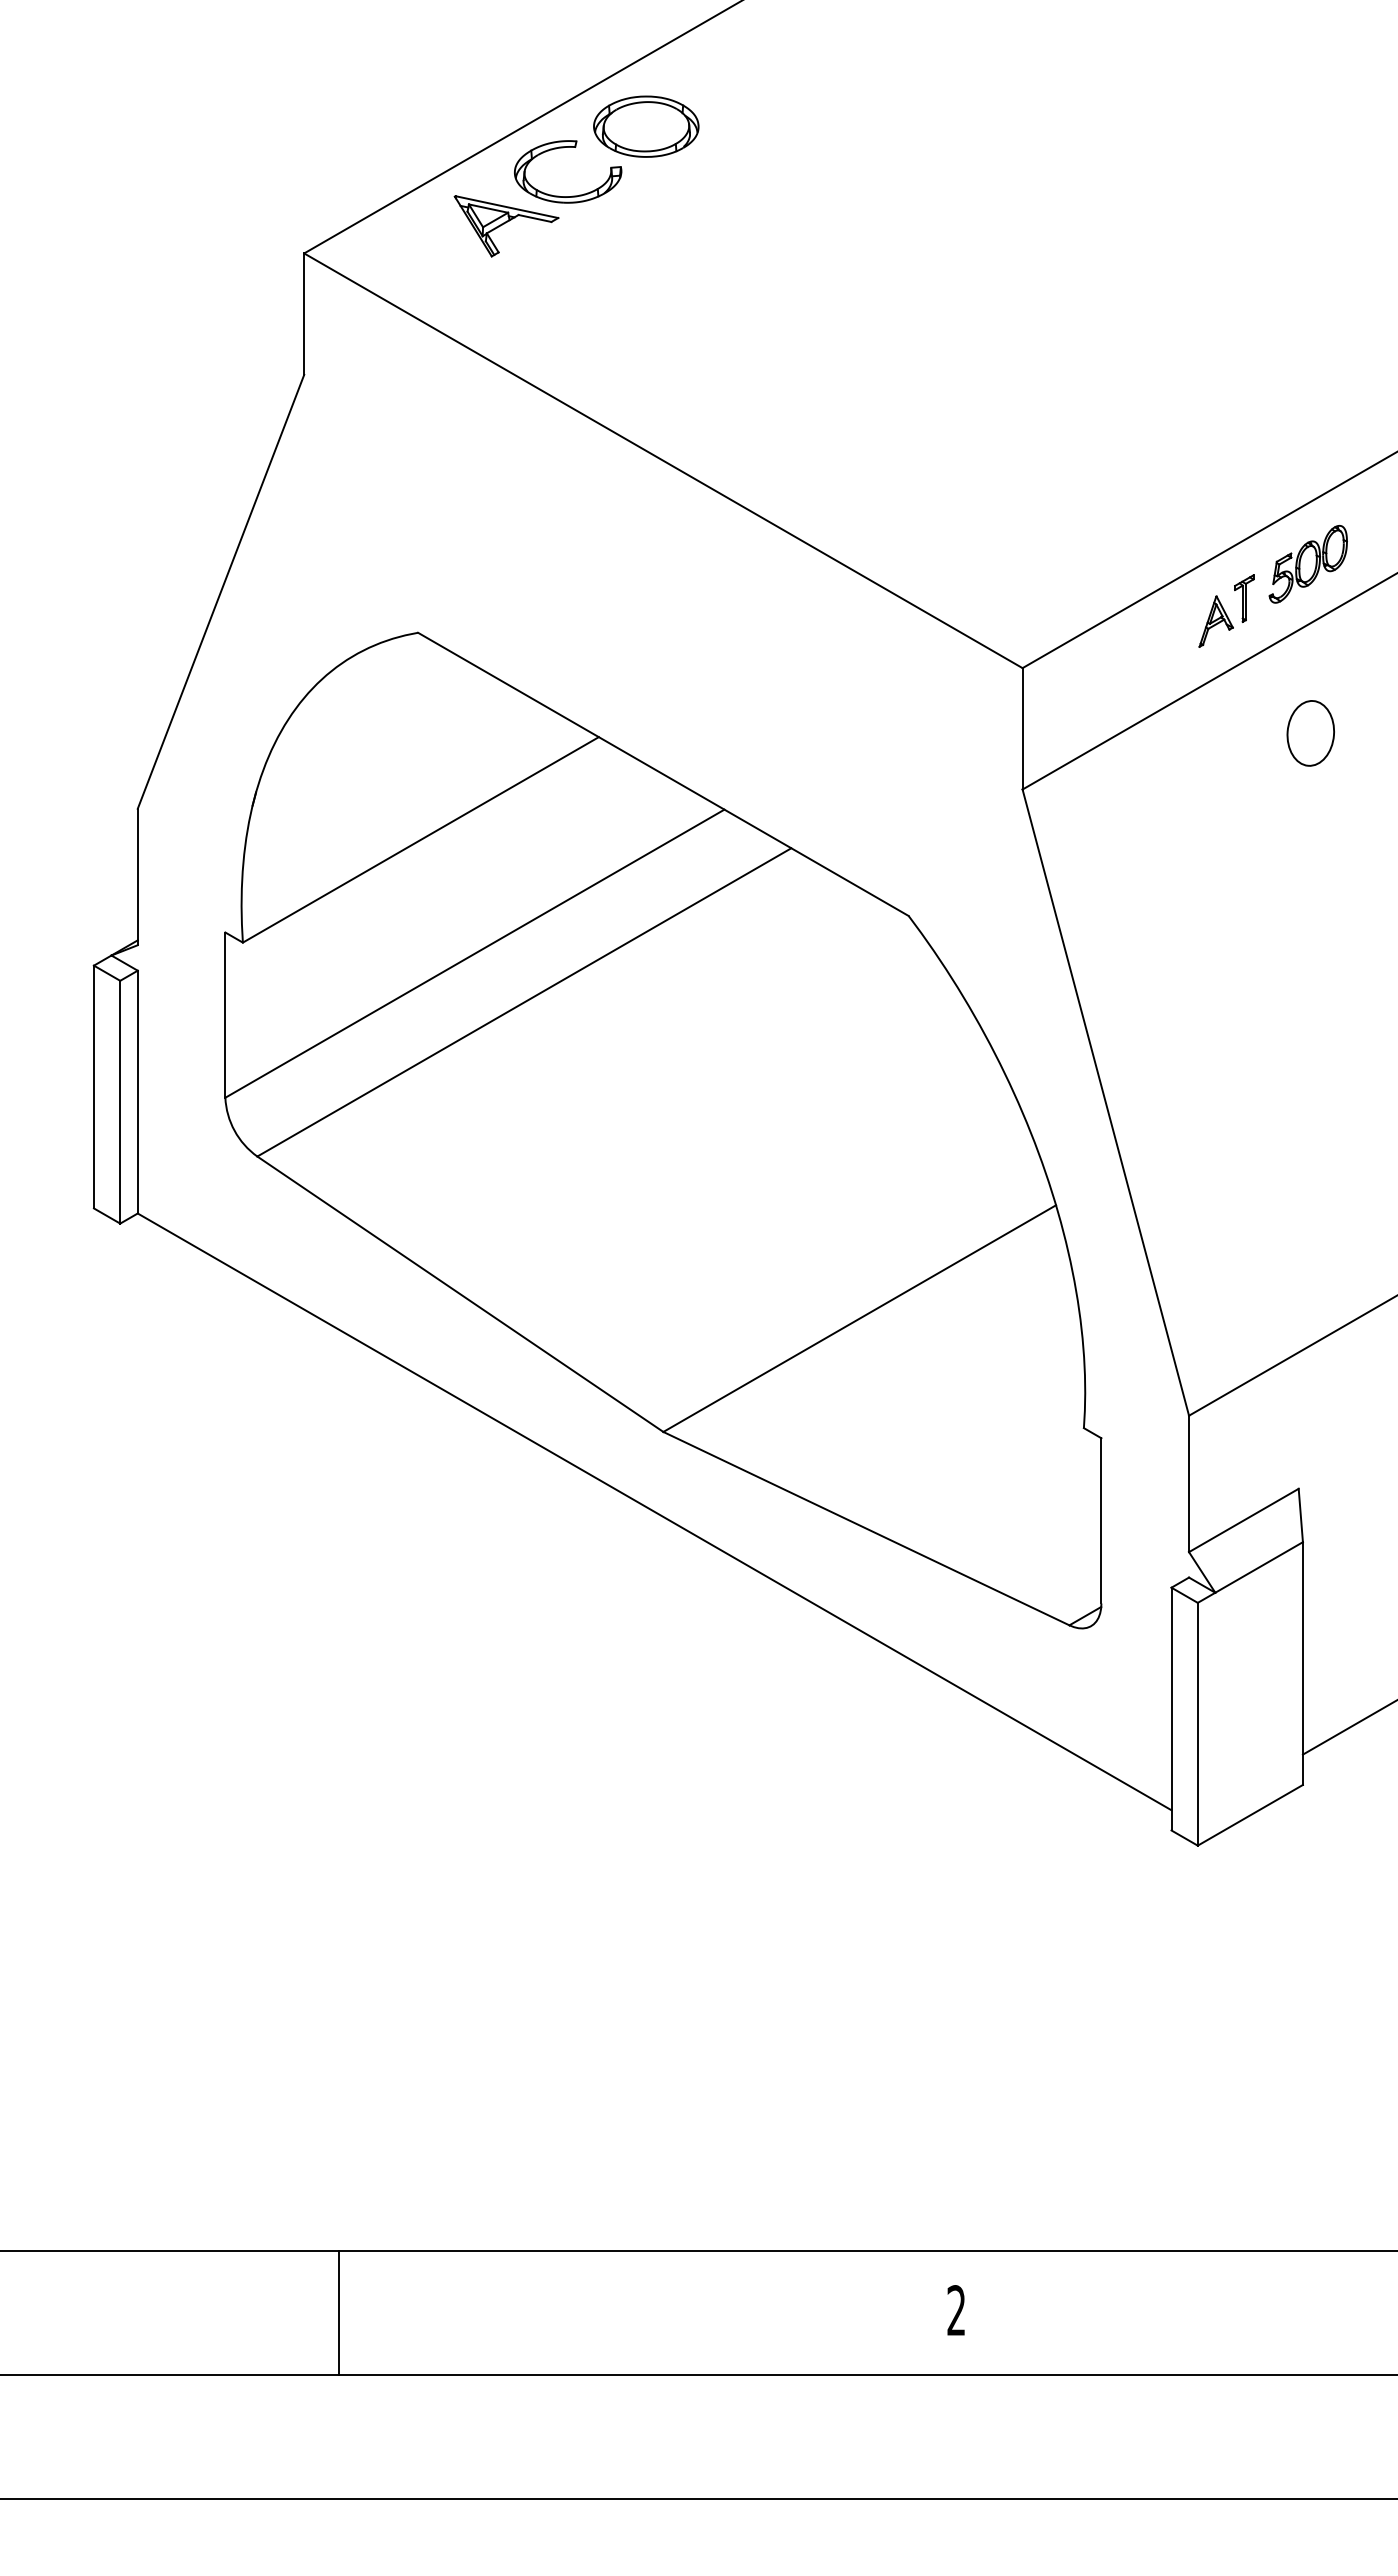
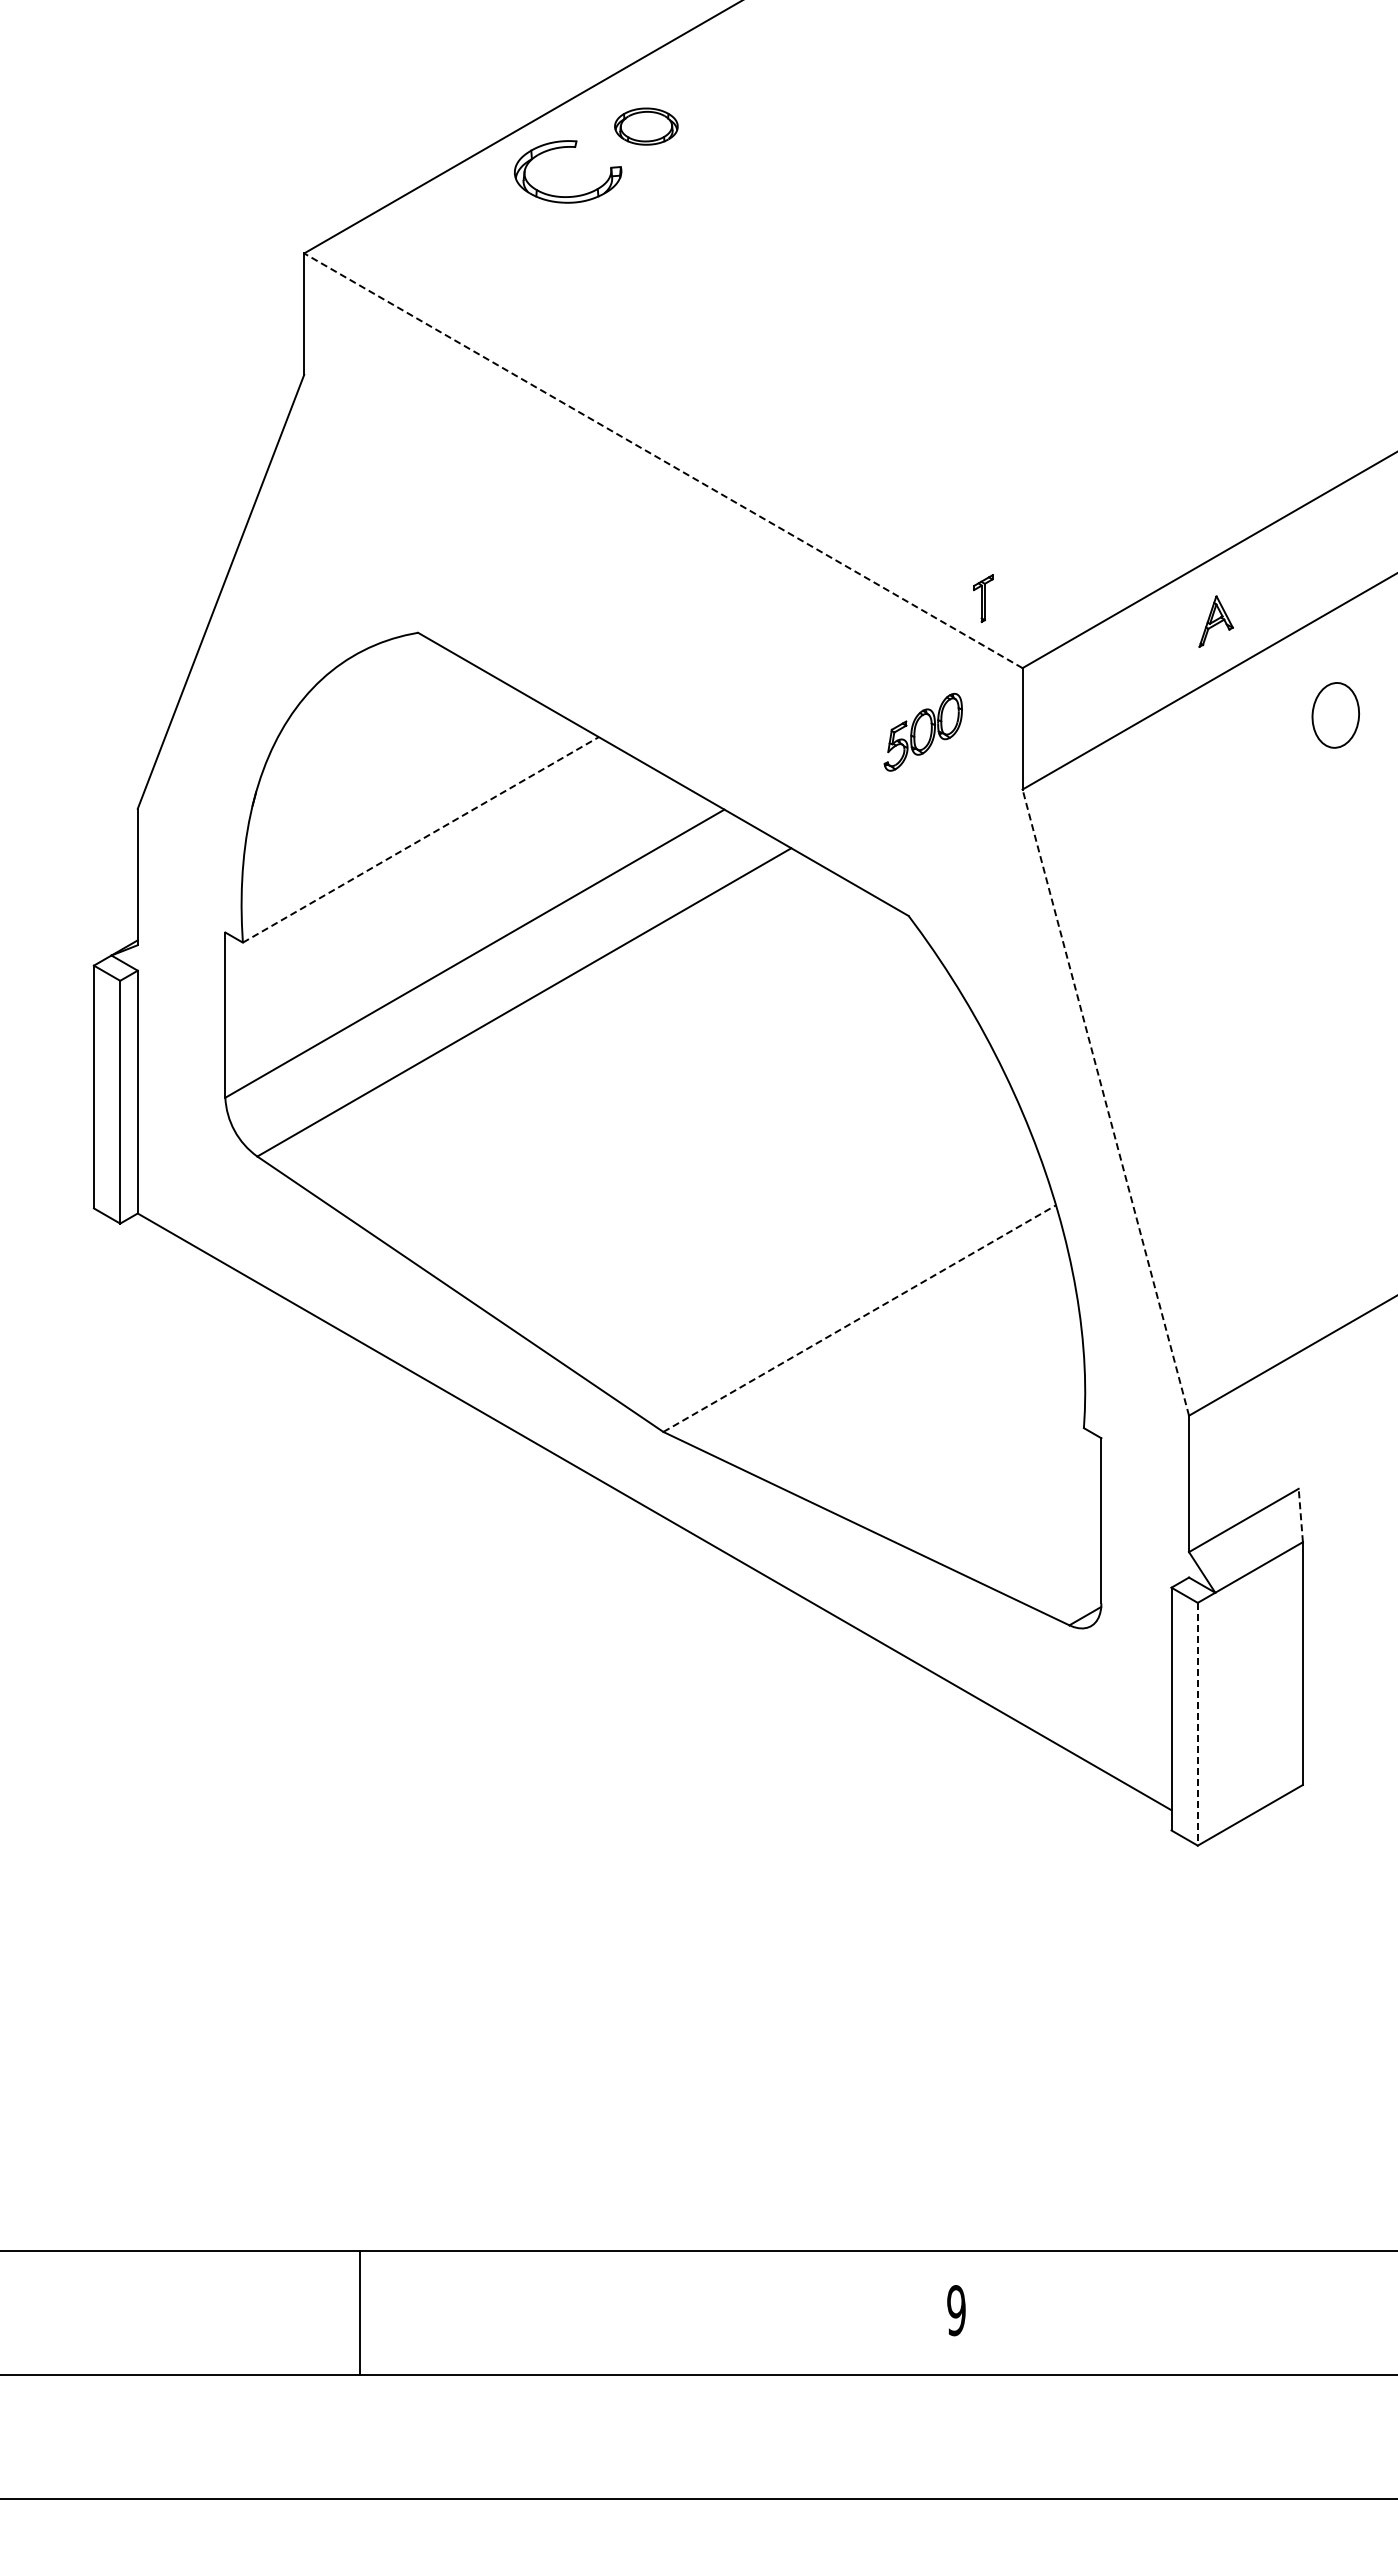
part at (646, 126) size: 107x63 px -> 65x39 px
part at (506, 226): present -> none
line at (663, 460): solid -> dashed
part at (1307, 564) position: (1307, 564) -> (922, 732)
part at (1244, 598) position: (1244, 598) -> (983, 598)
part at (1310, 733) position: (1310, 733) -> (1335, 715)
line at (420, 839): solid -> dashed
line at (1105, 1102): solid -> dashed
line at (859, 1318): solid -> dashed
line at (1300, 1515): solid -> dashed
line at (1197, 1724): solid -> dashed
line at (1348, 1727): present -> none
text at (956, 2310): 2 -> 9
line at (338, 2312) position: (338, 2312) -> (359, 2312)
